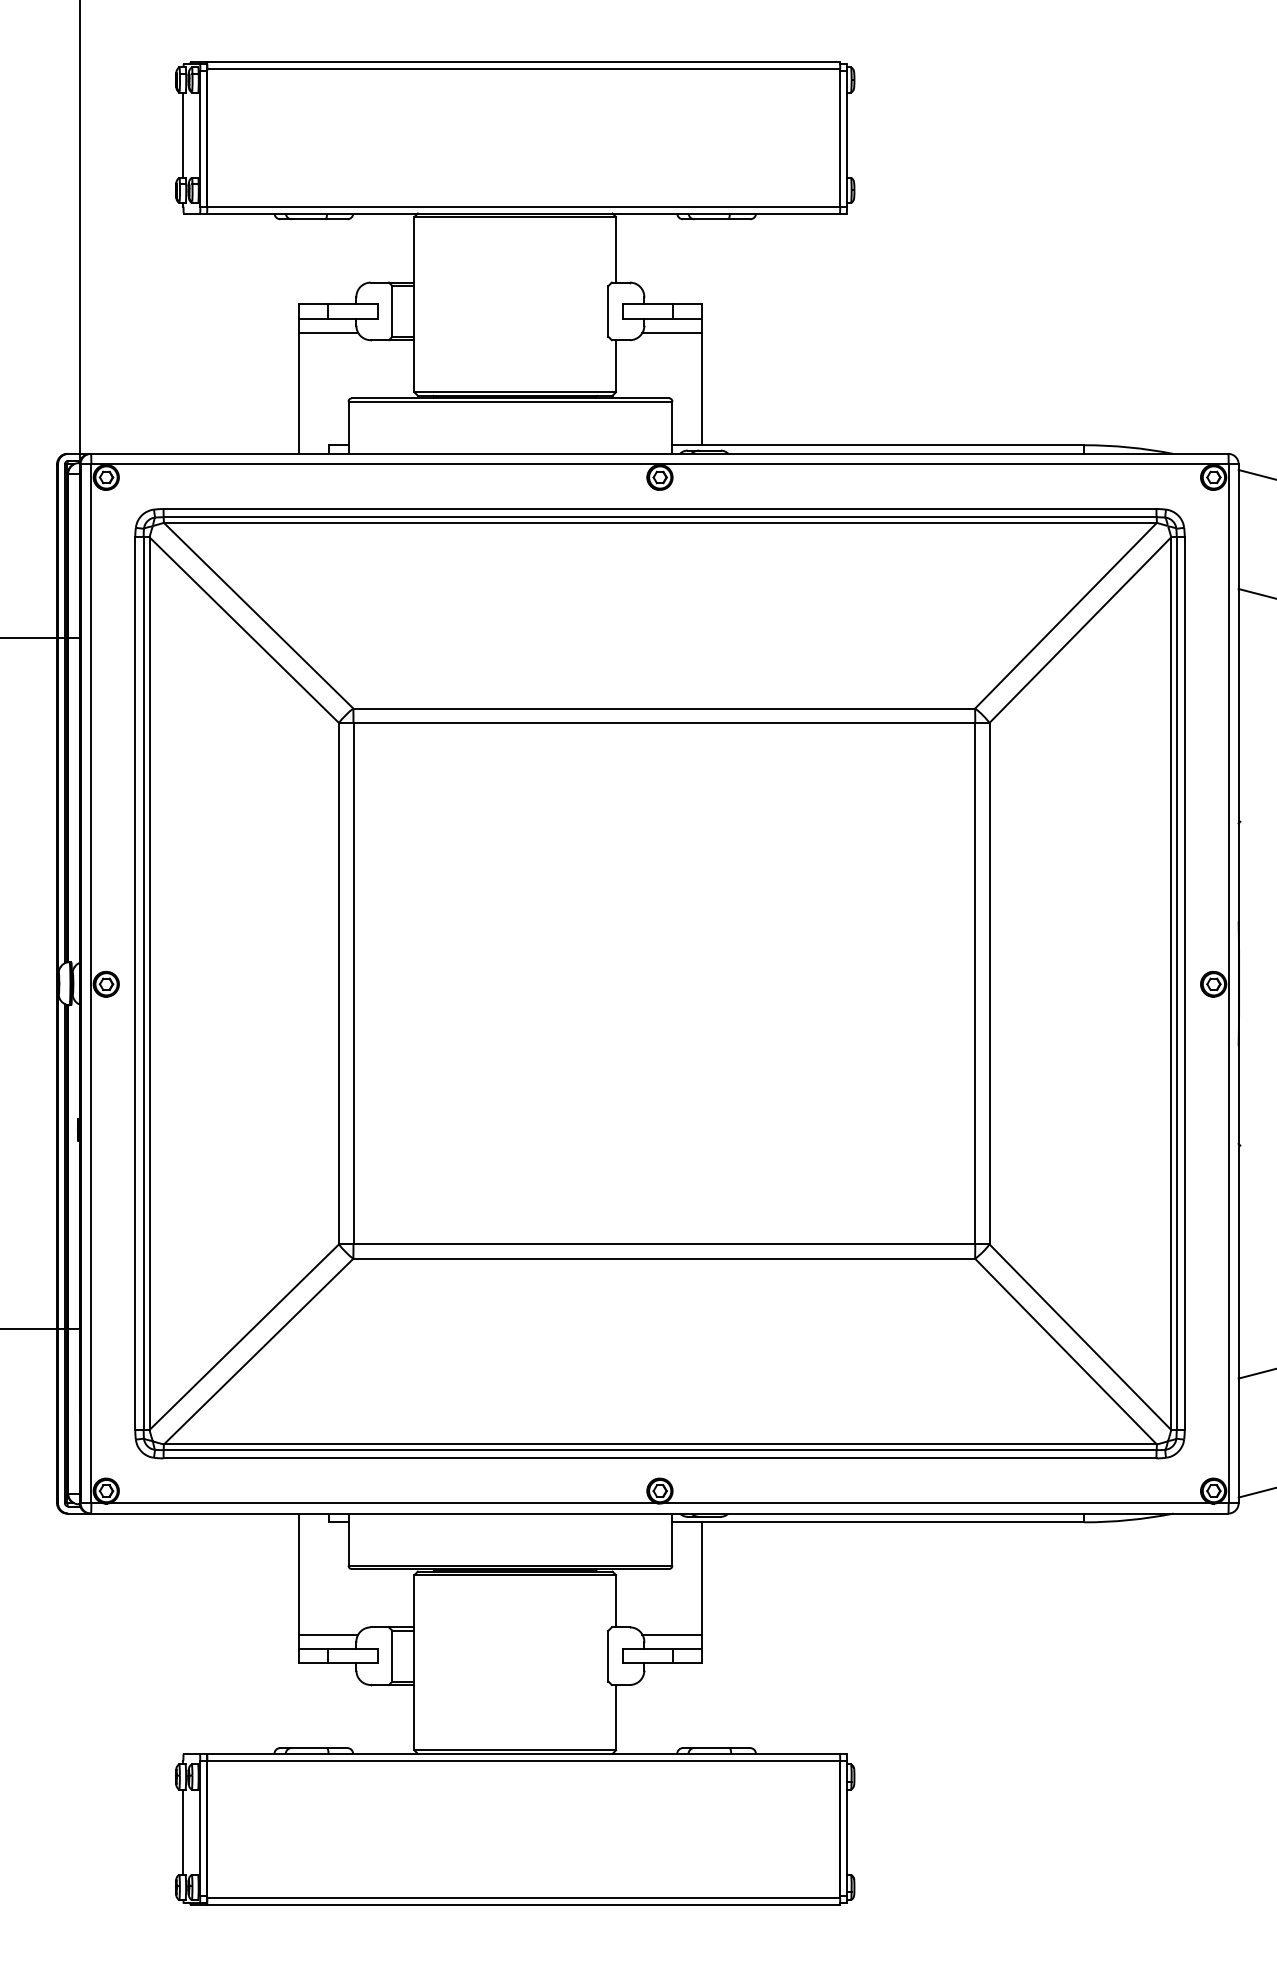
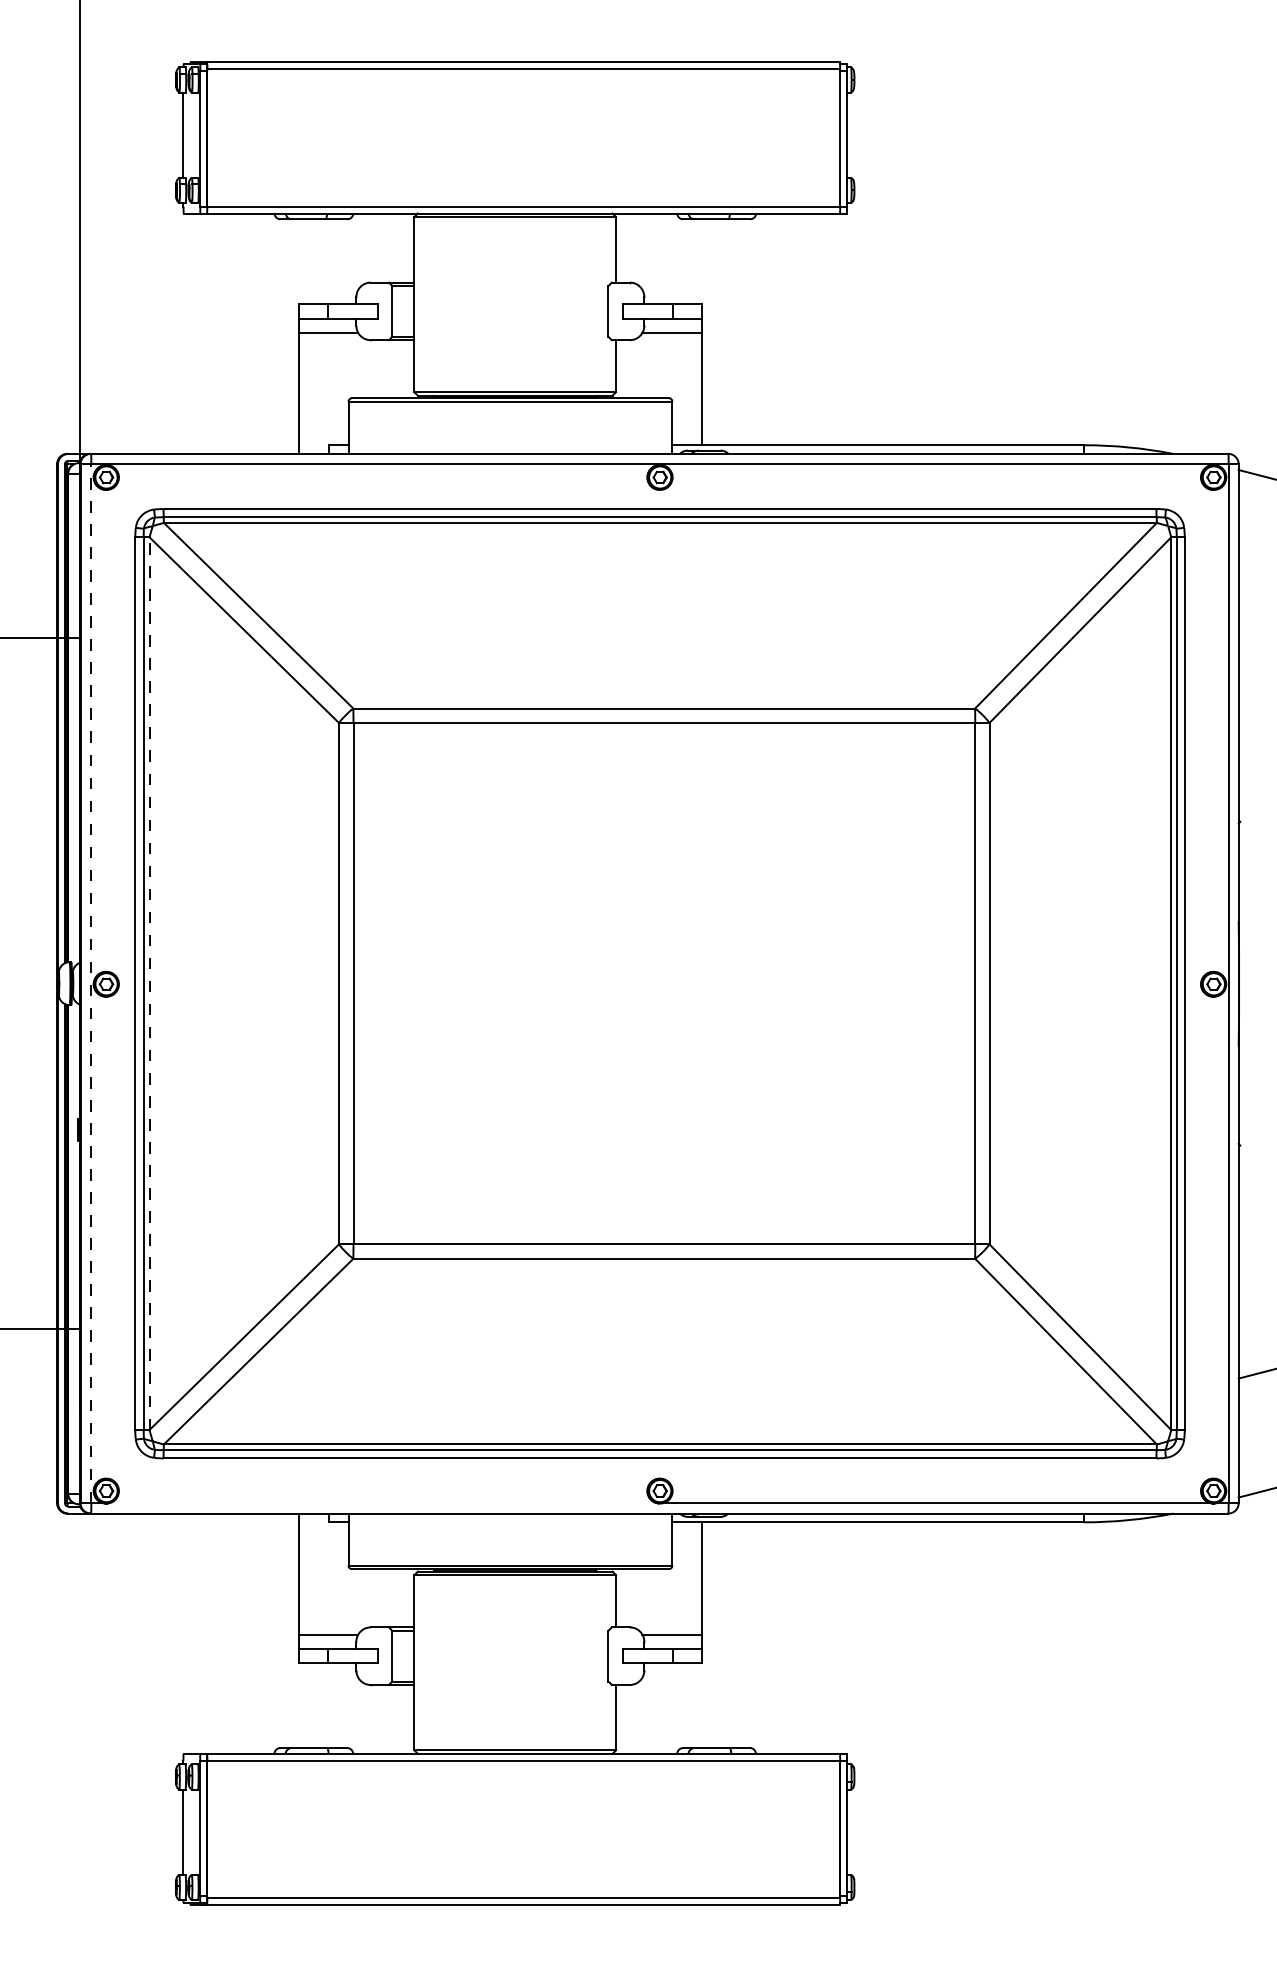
line at (1255, 593): present -> none
line at (91, 983): solid -> dashed
line at (149, 983): solid -> dashed
line at (382, 1503): present -> none
